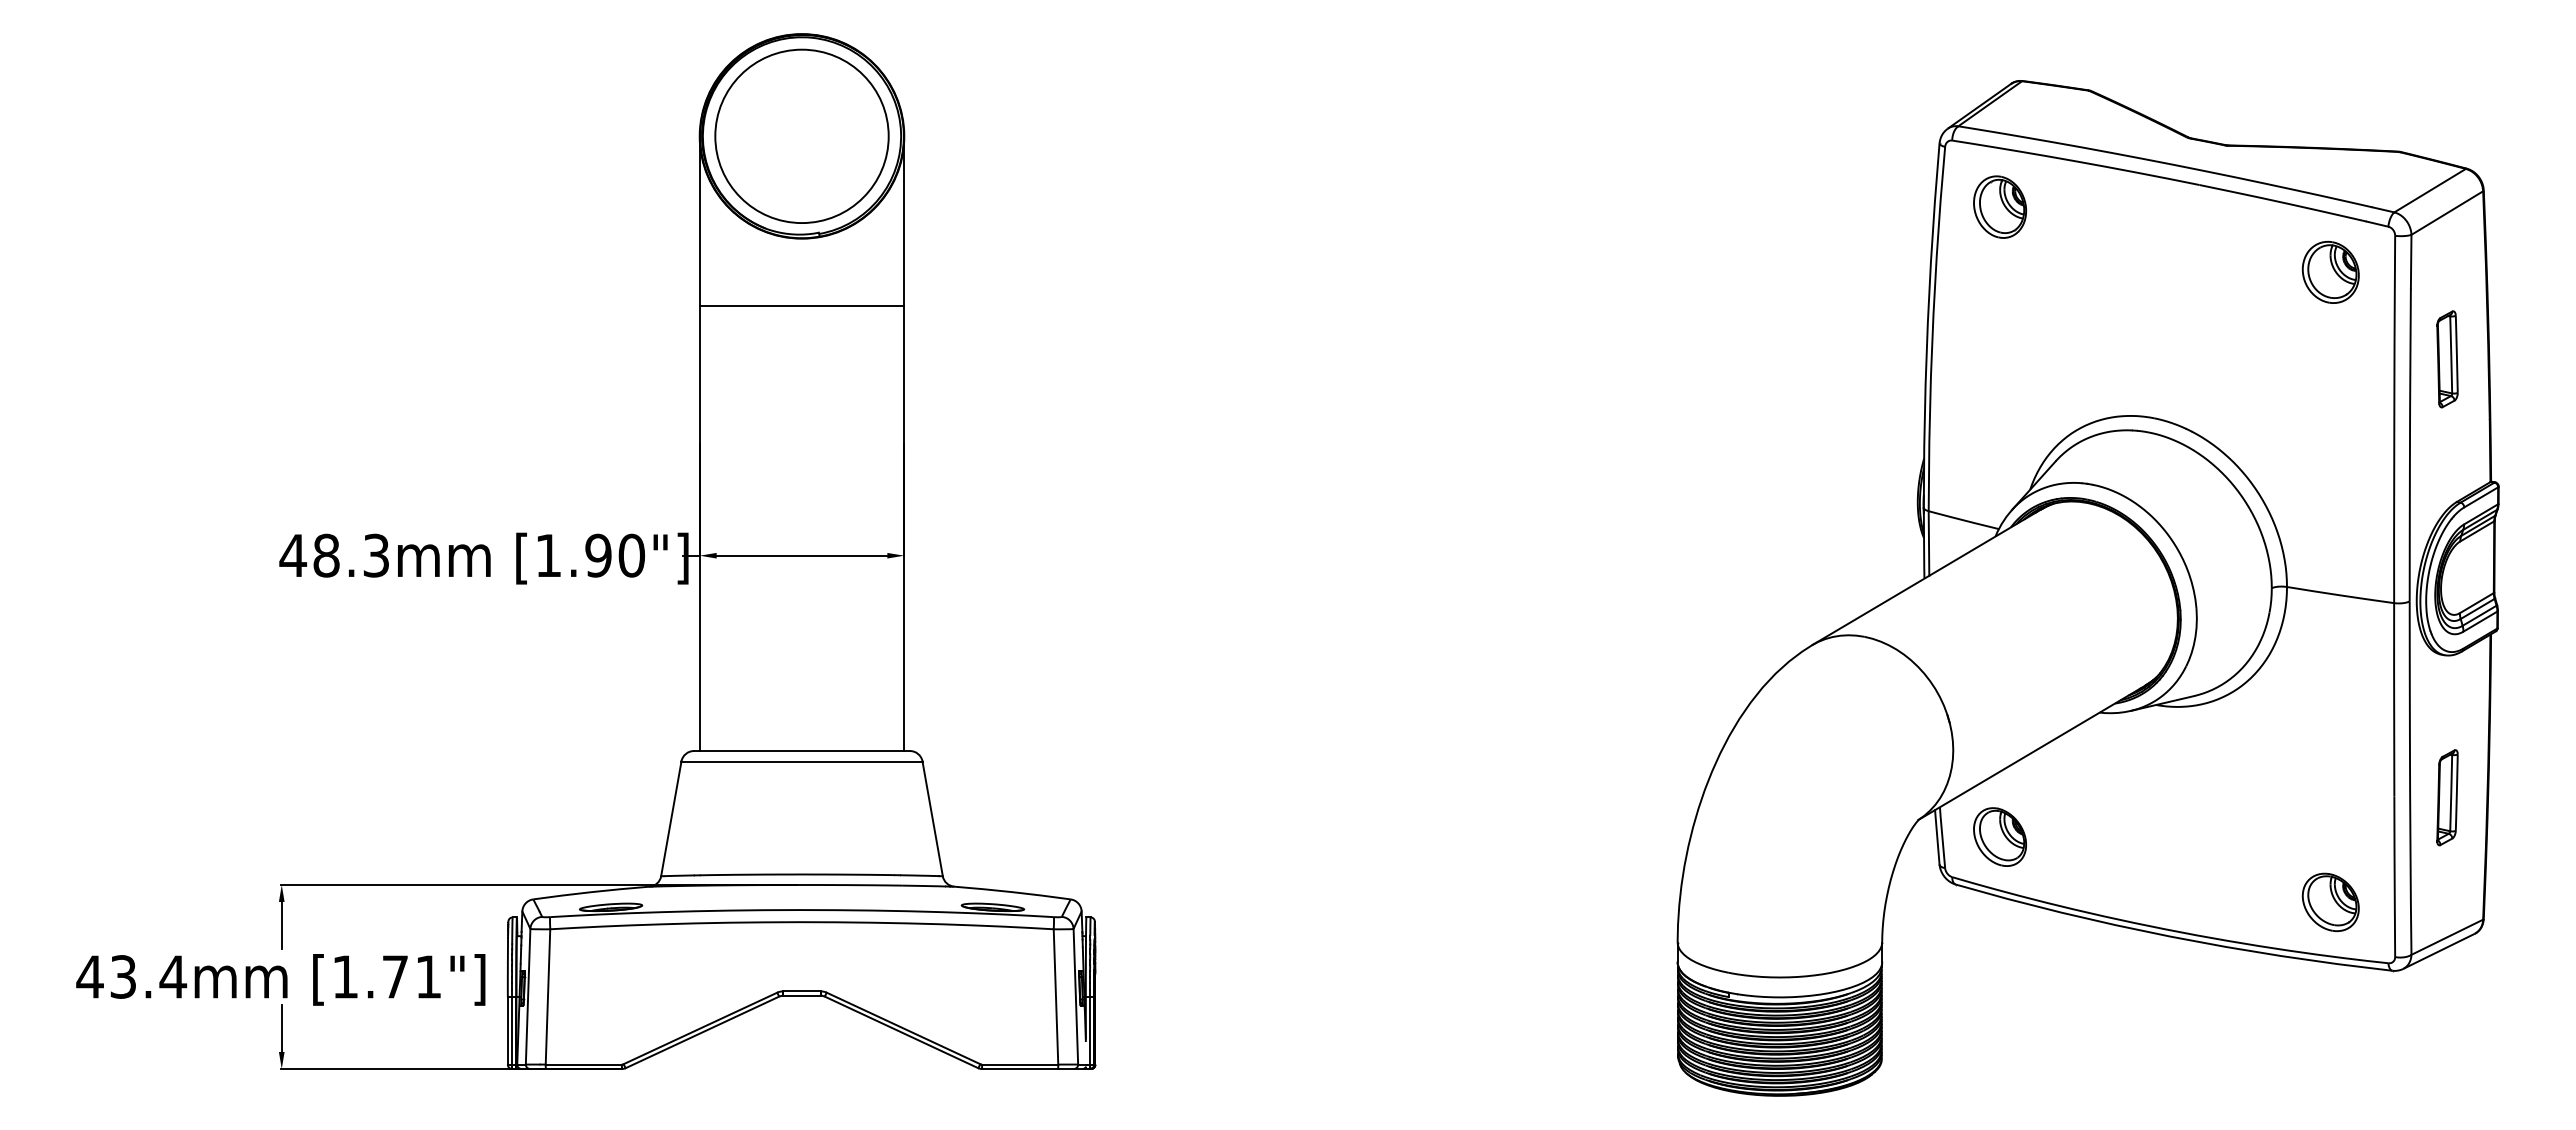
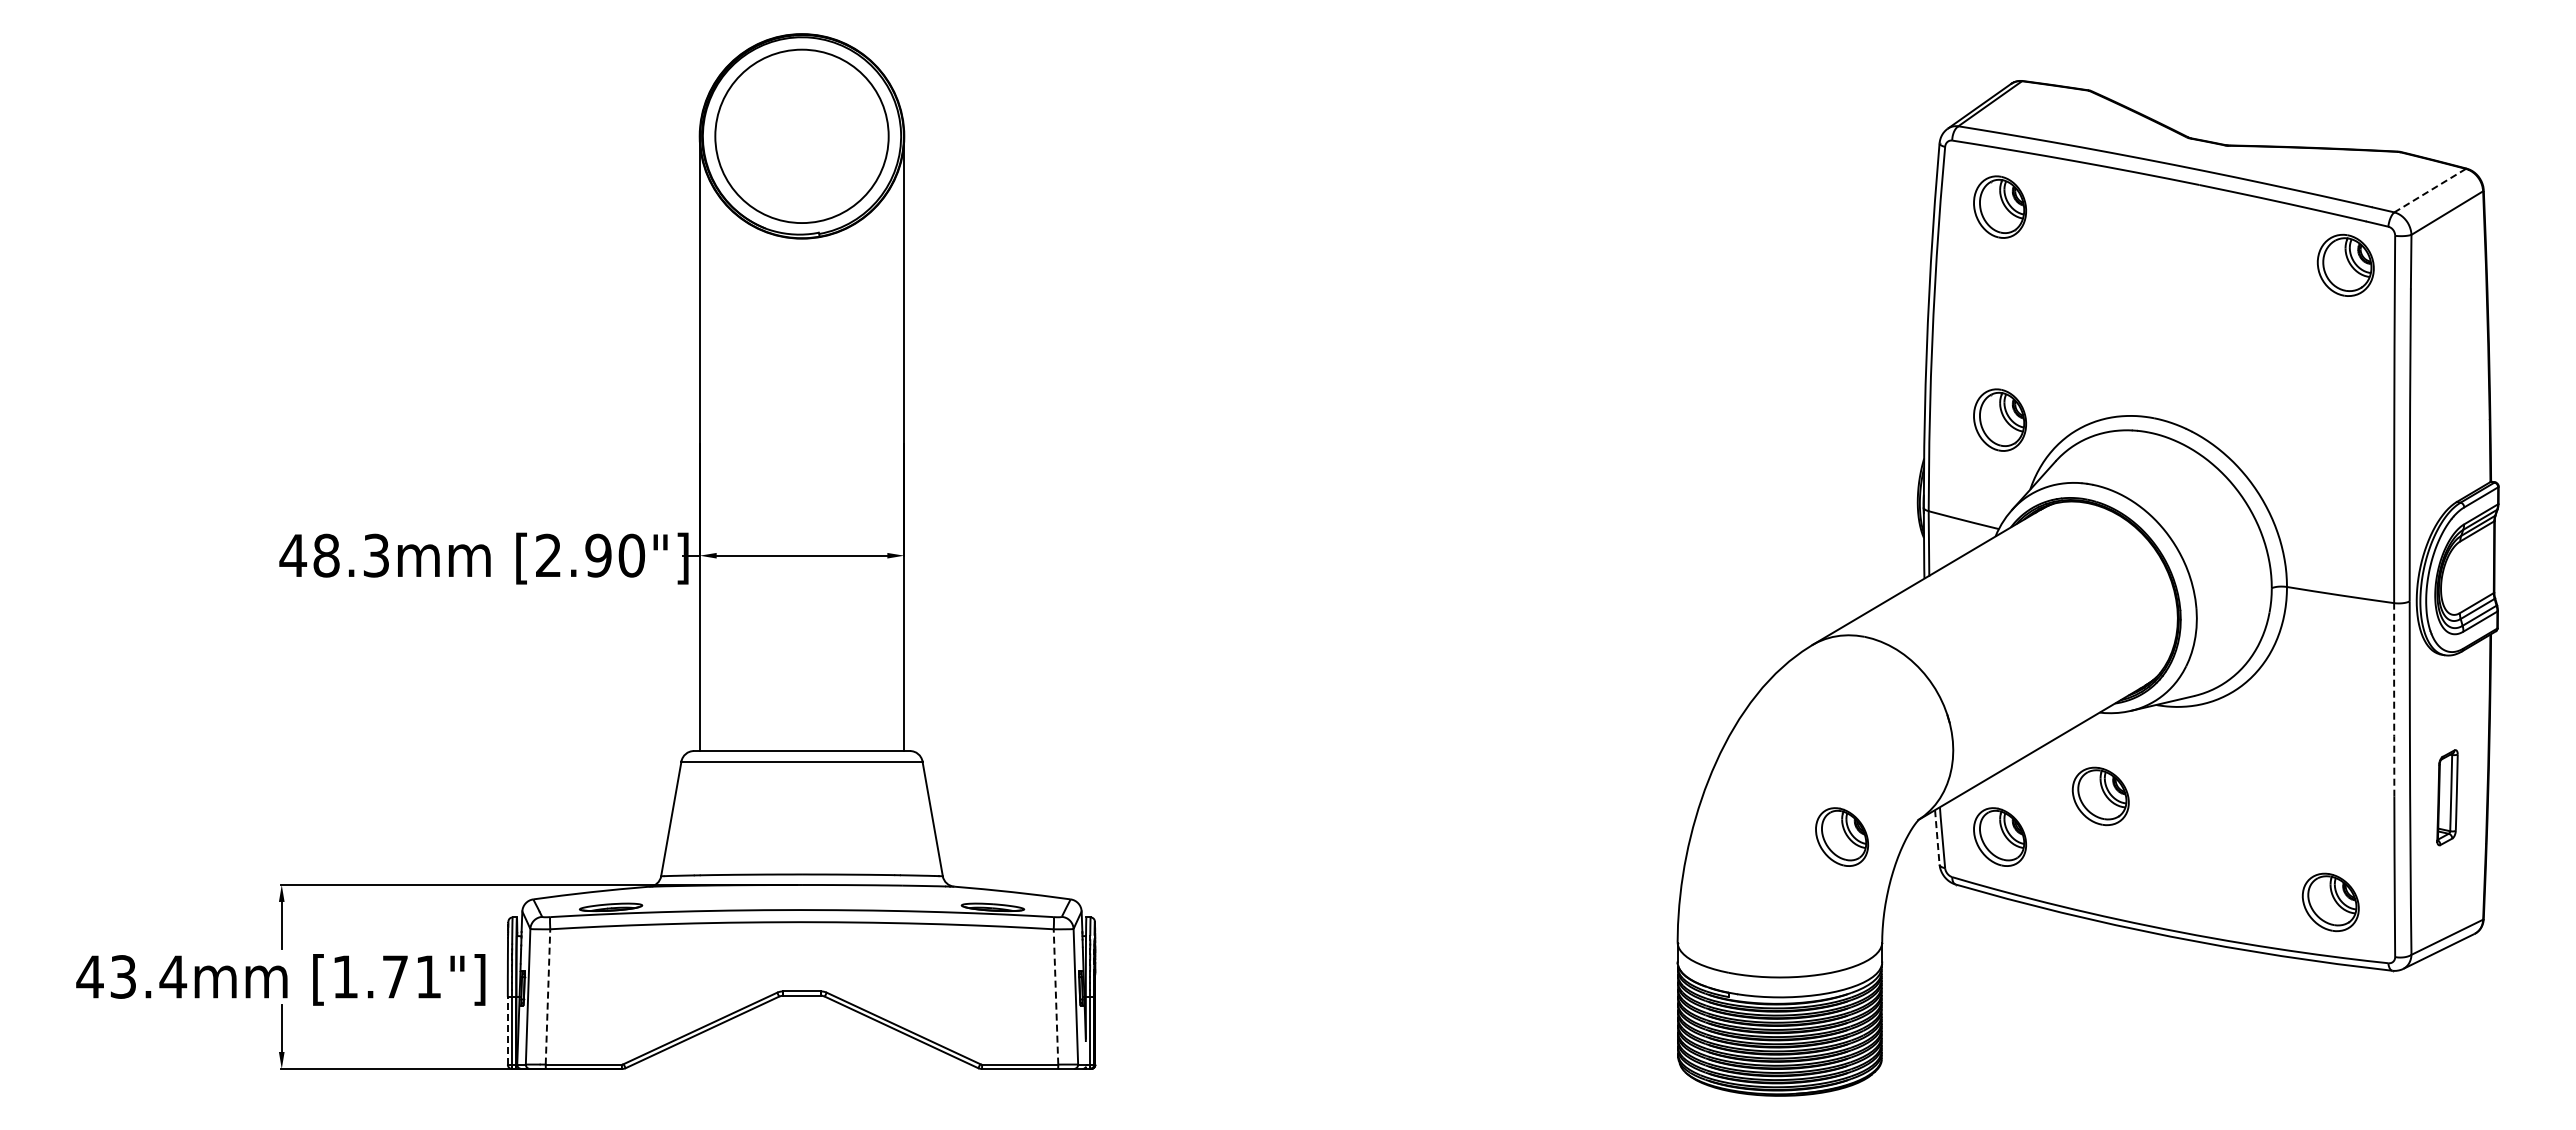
line at (2430, 190): solid -> dashed
part at (2330, 271) position: (2330, 271) -> (2345, 264)
line at (801, 305): present -> none
part at (2447, 359): present -> none
part at (1999, 419): none -> present
text at (548, 554): [1.90"] -> [2.90"]
line at (2394, 699): solid -> dashed
part at (2100, 796): none -> present
part at (1841, 836): none -> present
line at (1937, 837): solid -> dashed
line at (547, 996): solid -> dashed
line at (1055, 996): solid -> dashed
line at (507, 1030): solid -> dashed
